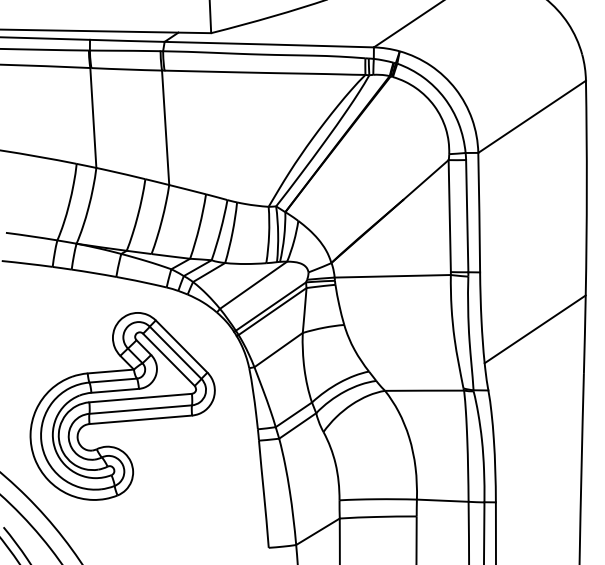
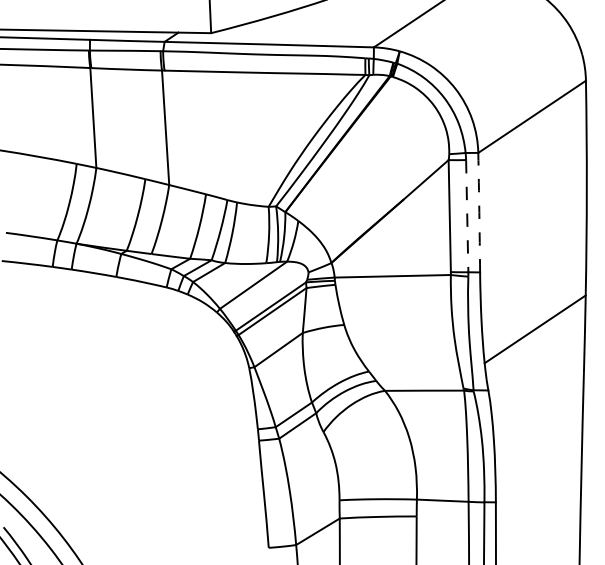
arc at (479, 212): solid -> dashed
line at (467, 216): solid -> dashed
part at (122, 406): present -> none
